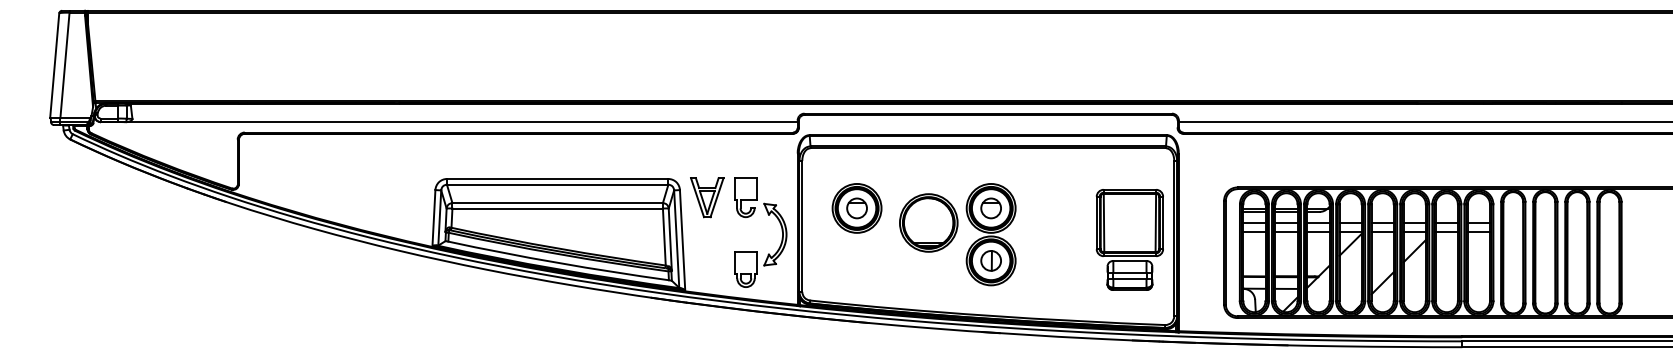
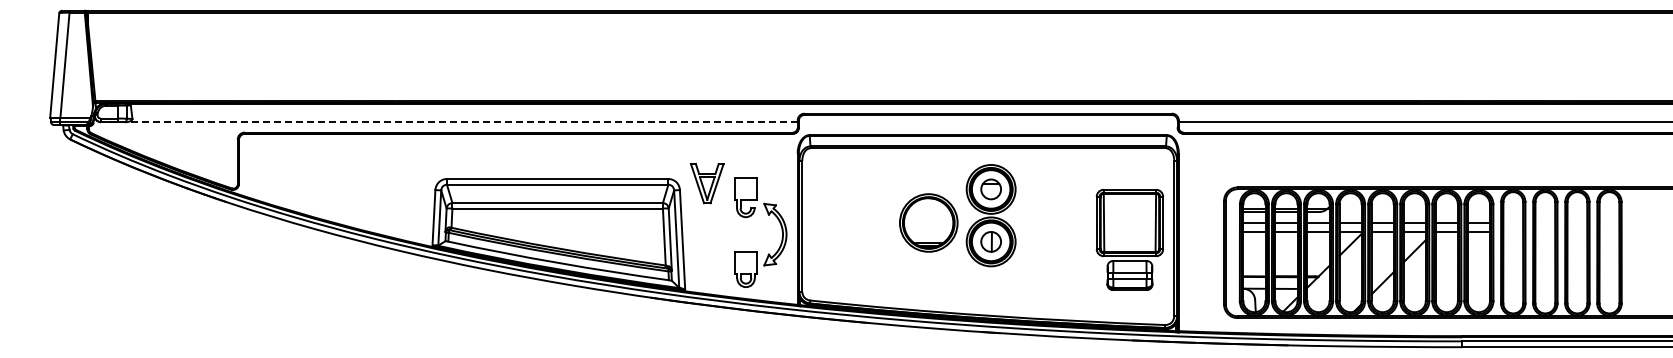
line at (448, 122): solid -> dashed
part at (707, 197) position: (707, 197) -> (707, 183)
part at (856, 208): present -> none
part at (990, 234) position: (990, 234) -> (990, 215)
